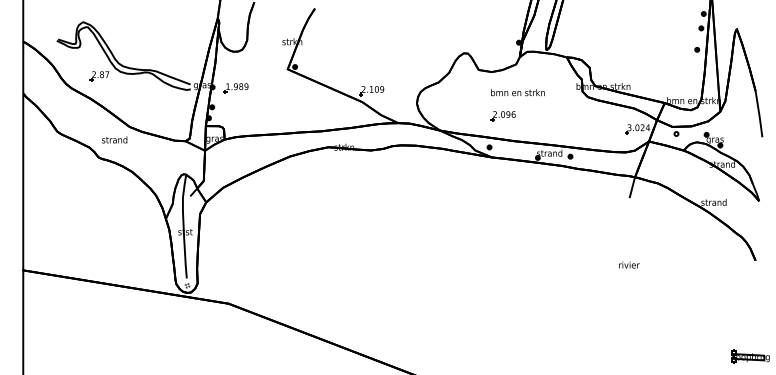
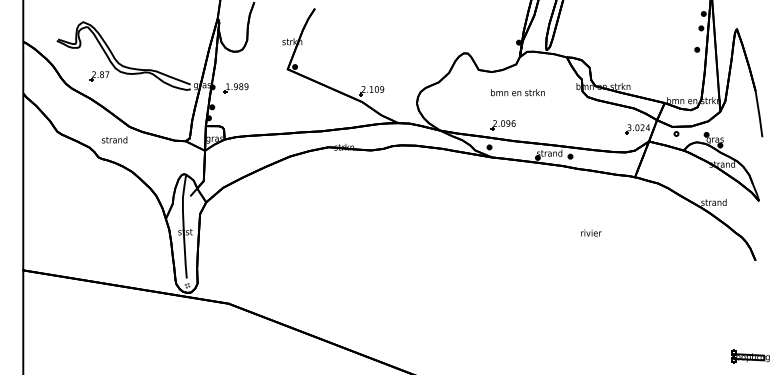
part at (502, 116) position: (502, 116) -> (502, 125)
line at (631, 188): present -> none
text at (629, 264) position: (629, 264) -> (591, 232)
